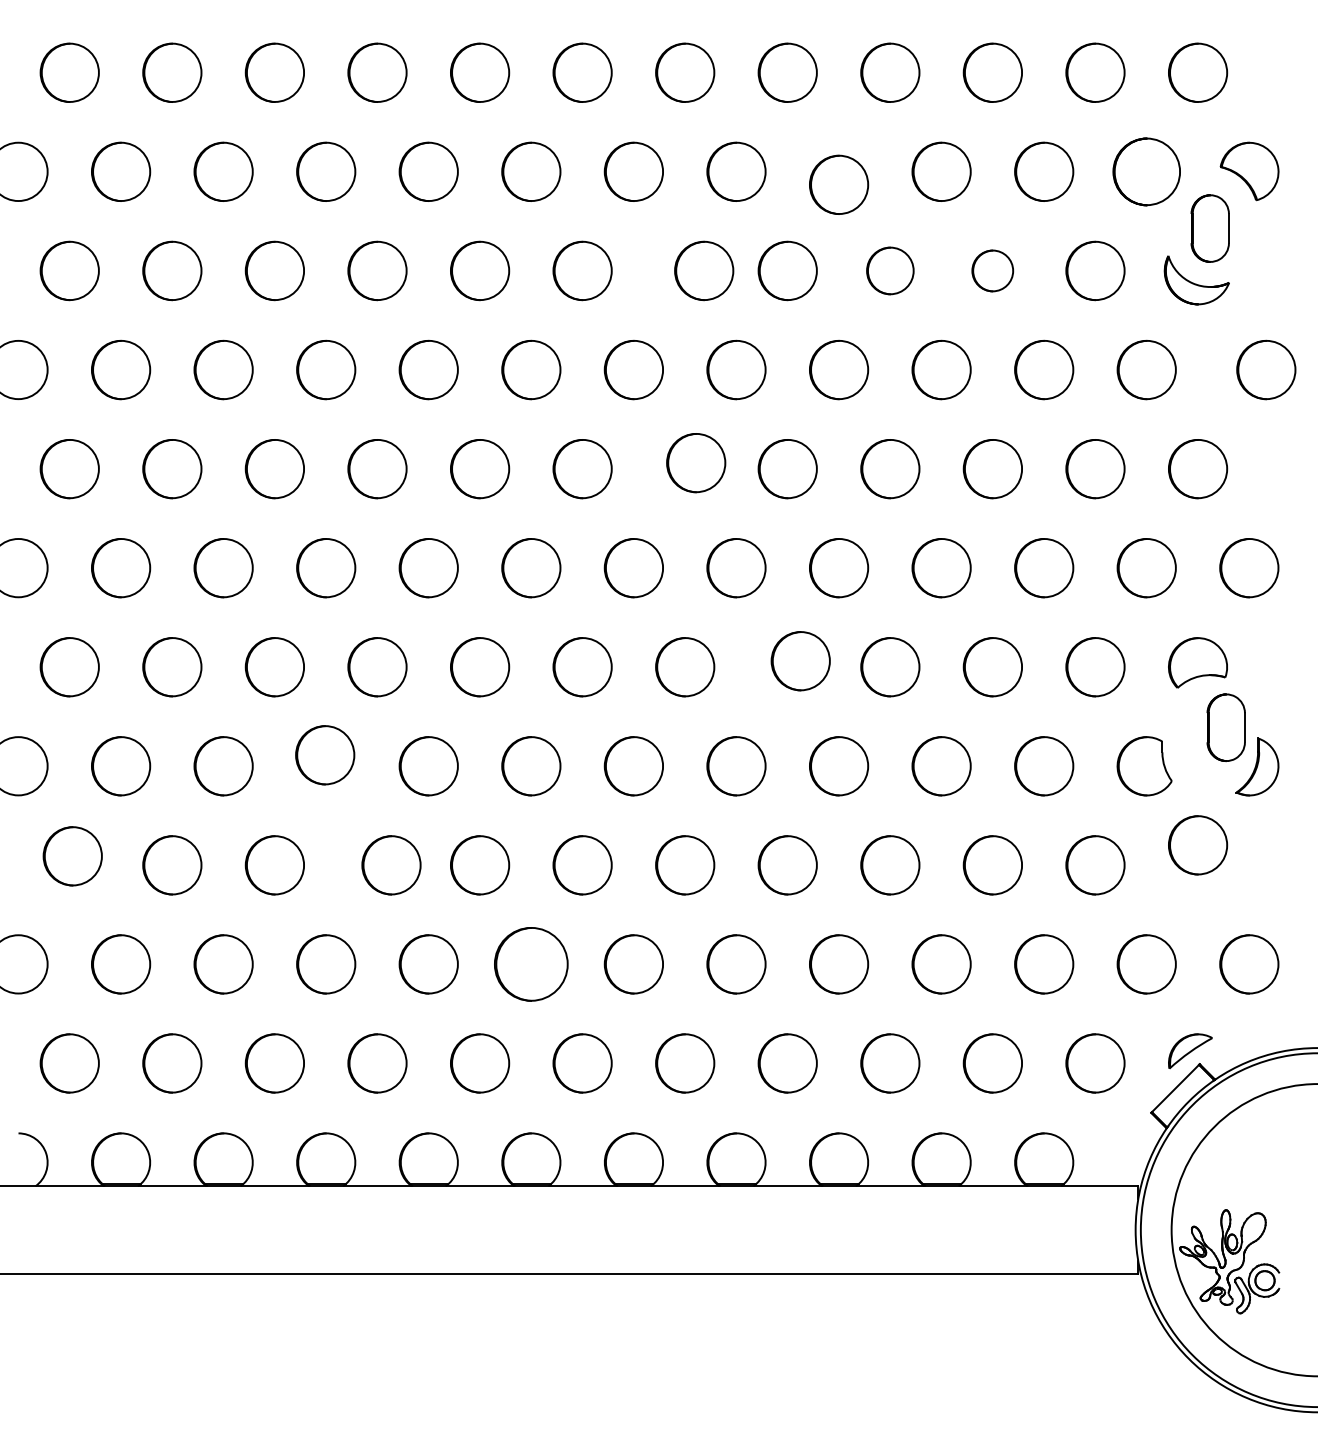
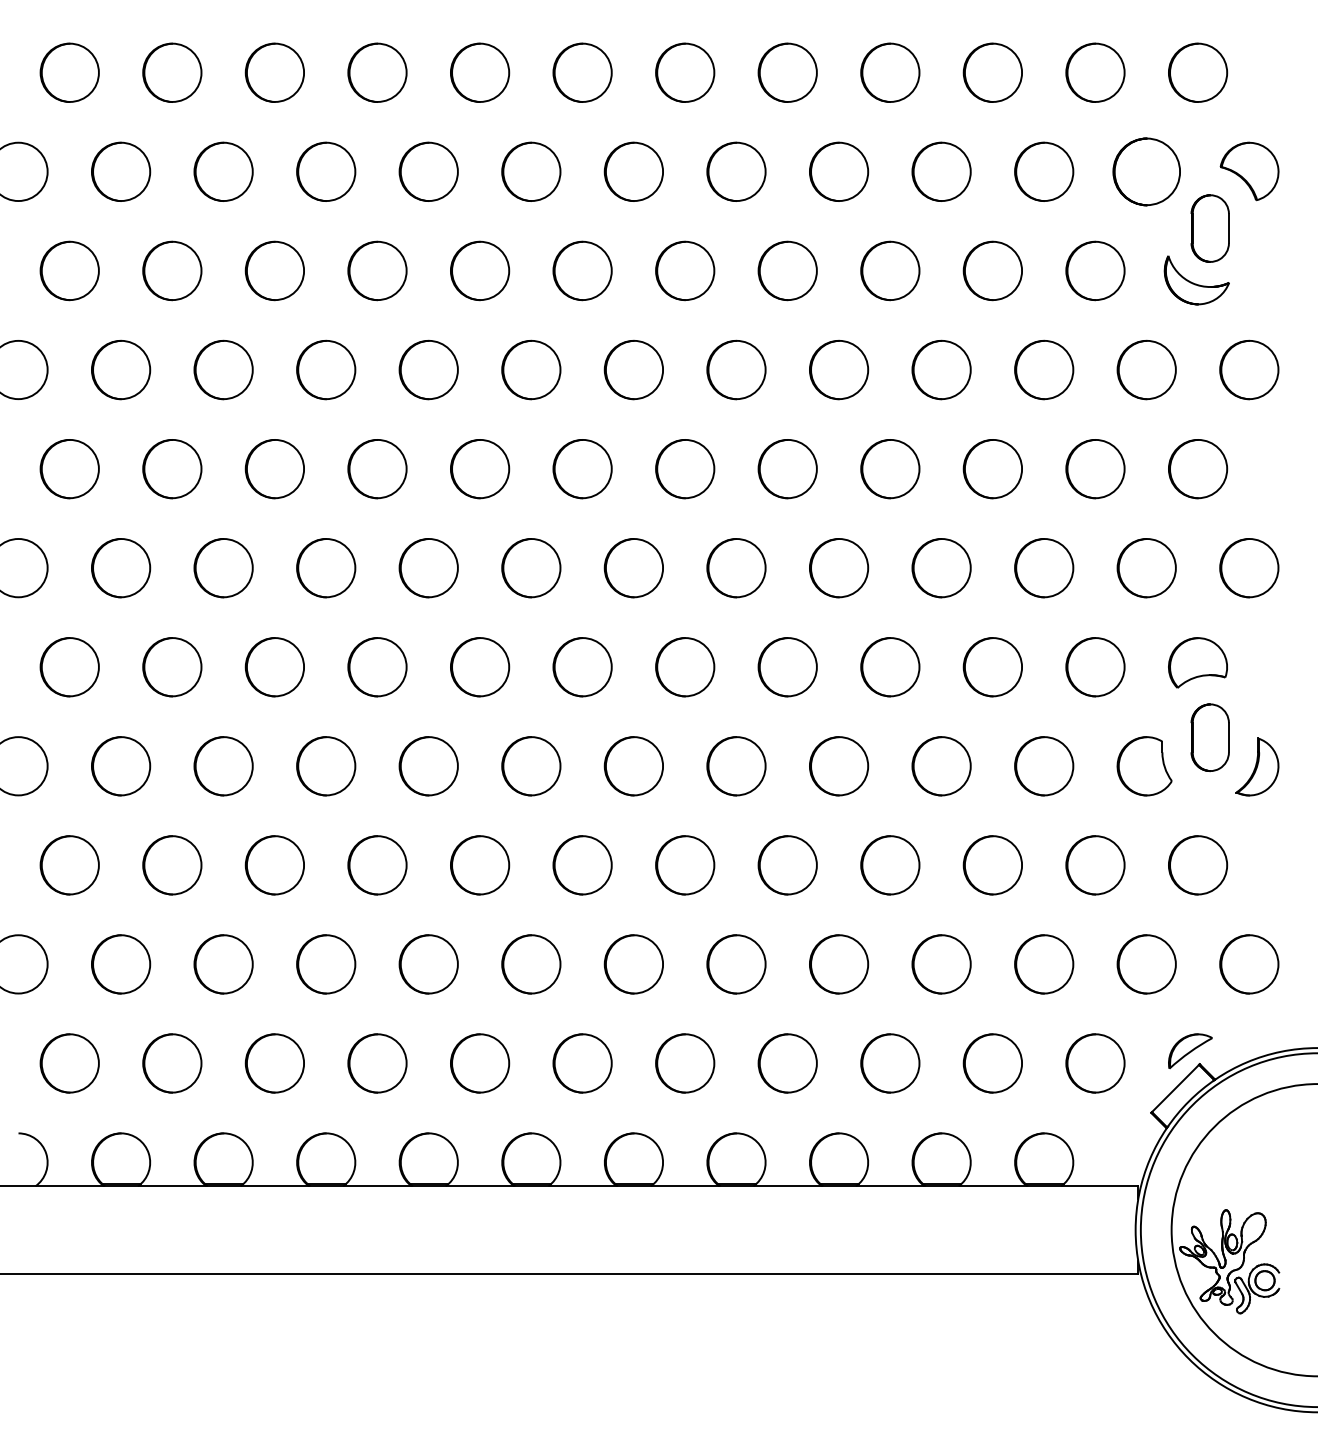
circle at (839, 184) position: (839, 184) -> (839, 171)
part at (704, 270) position: (704, 270) -> (685, 270)
part at (890, 270) size: 49x50 px -> 61x62 px
part at (992, 270) size: 44x44 px -> 61x62 px
part at (1266, 369) position: (1266, 369) -> (1249, 369)
circle at (696, 463) position: (696, 463) -> (685, 469)
circle at (800, 661) position: (800, 661) -> (787, 667)
part at (1225, 727) position: (1225, 727) -> (1209, 737)
circle at (325, 755) position: (325, 755) -> (326, 766)
circle at (1198, 845) position: (1198, 845) -> (1198, 865)
circle at (72, 856) position: (72, 856) -> (69, 865)
circle at (391, 865) position: (391, 865) -> (377, 865)
circle at (531, 964) size: 75x75 px -> 61x61 px
